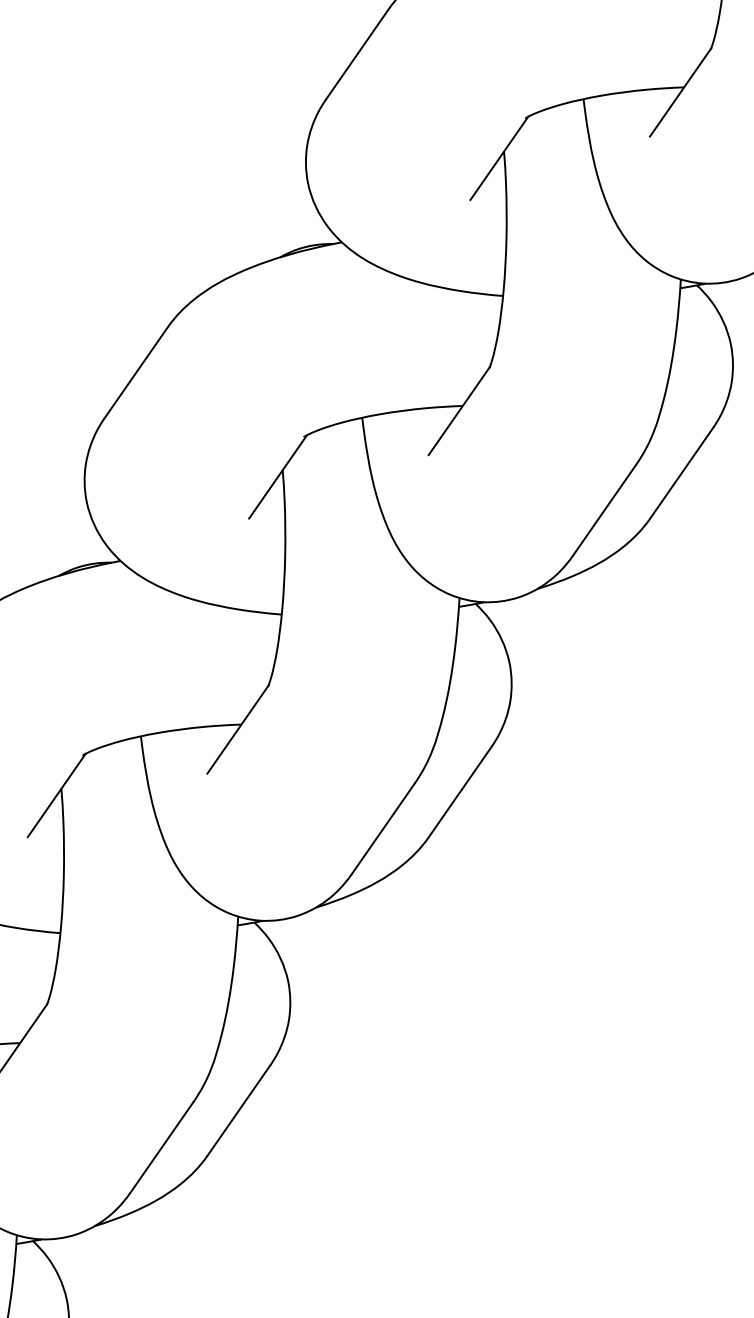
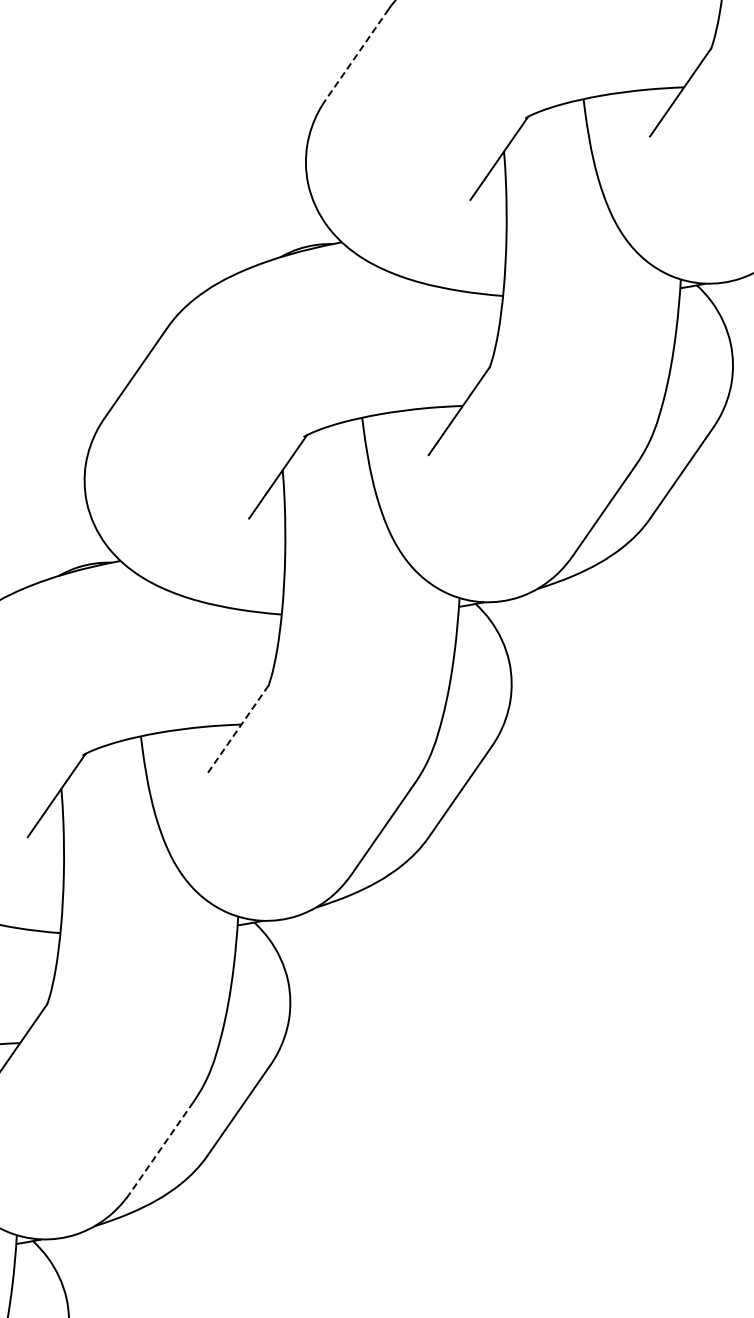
line at (357, 54): solid -> dashed
line at (237, 729): solid -> dashed
line at (161, 1147): solid -> dashed
